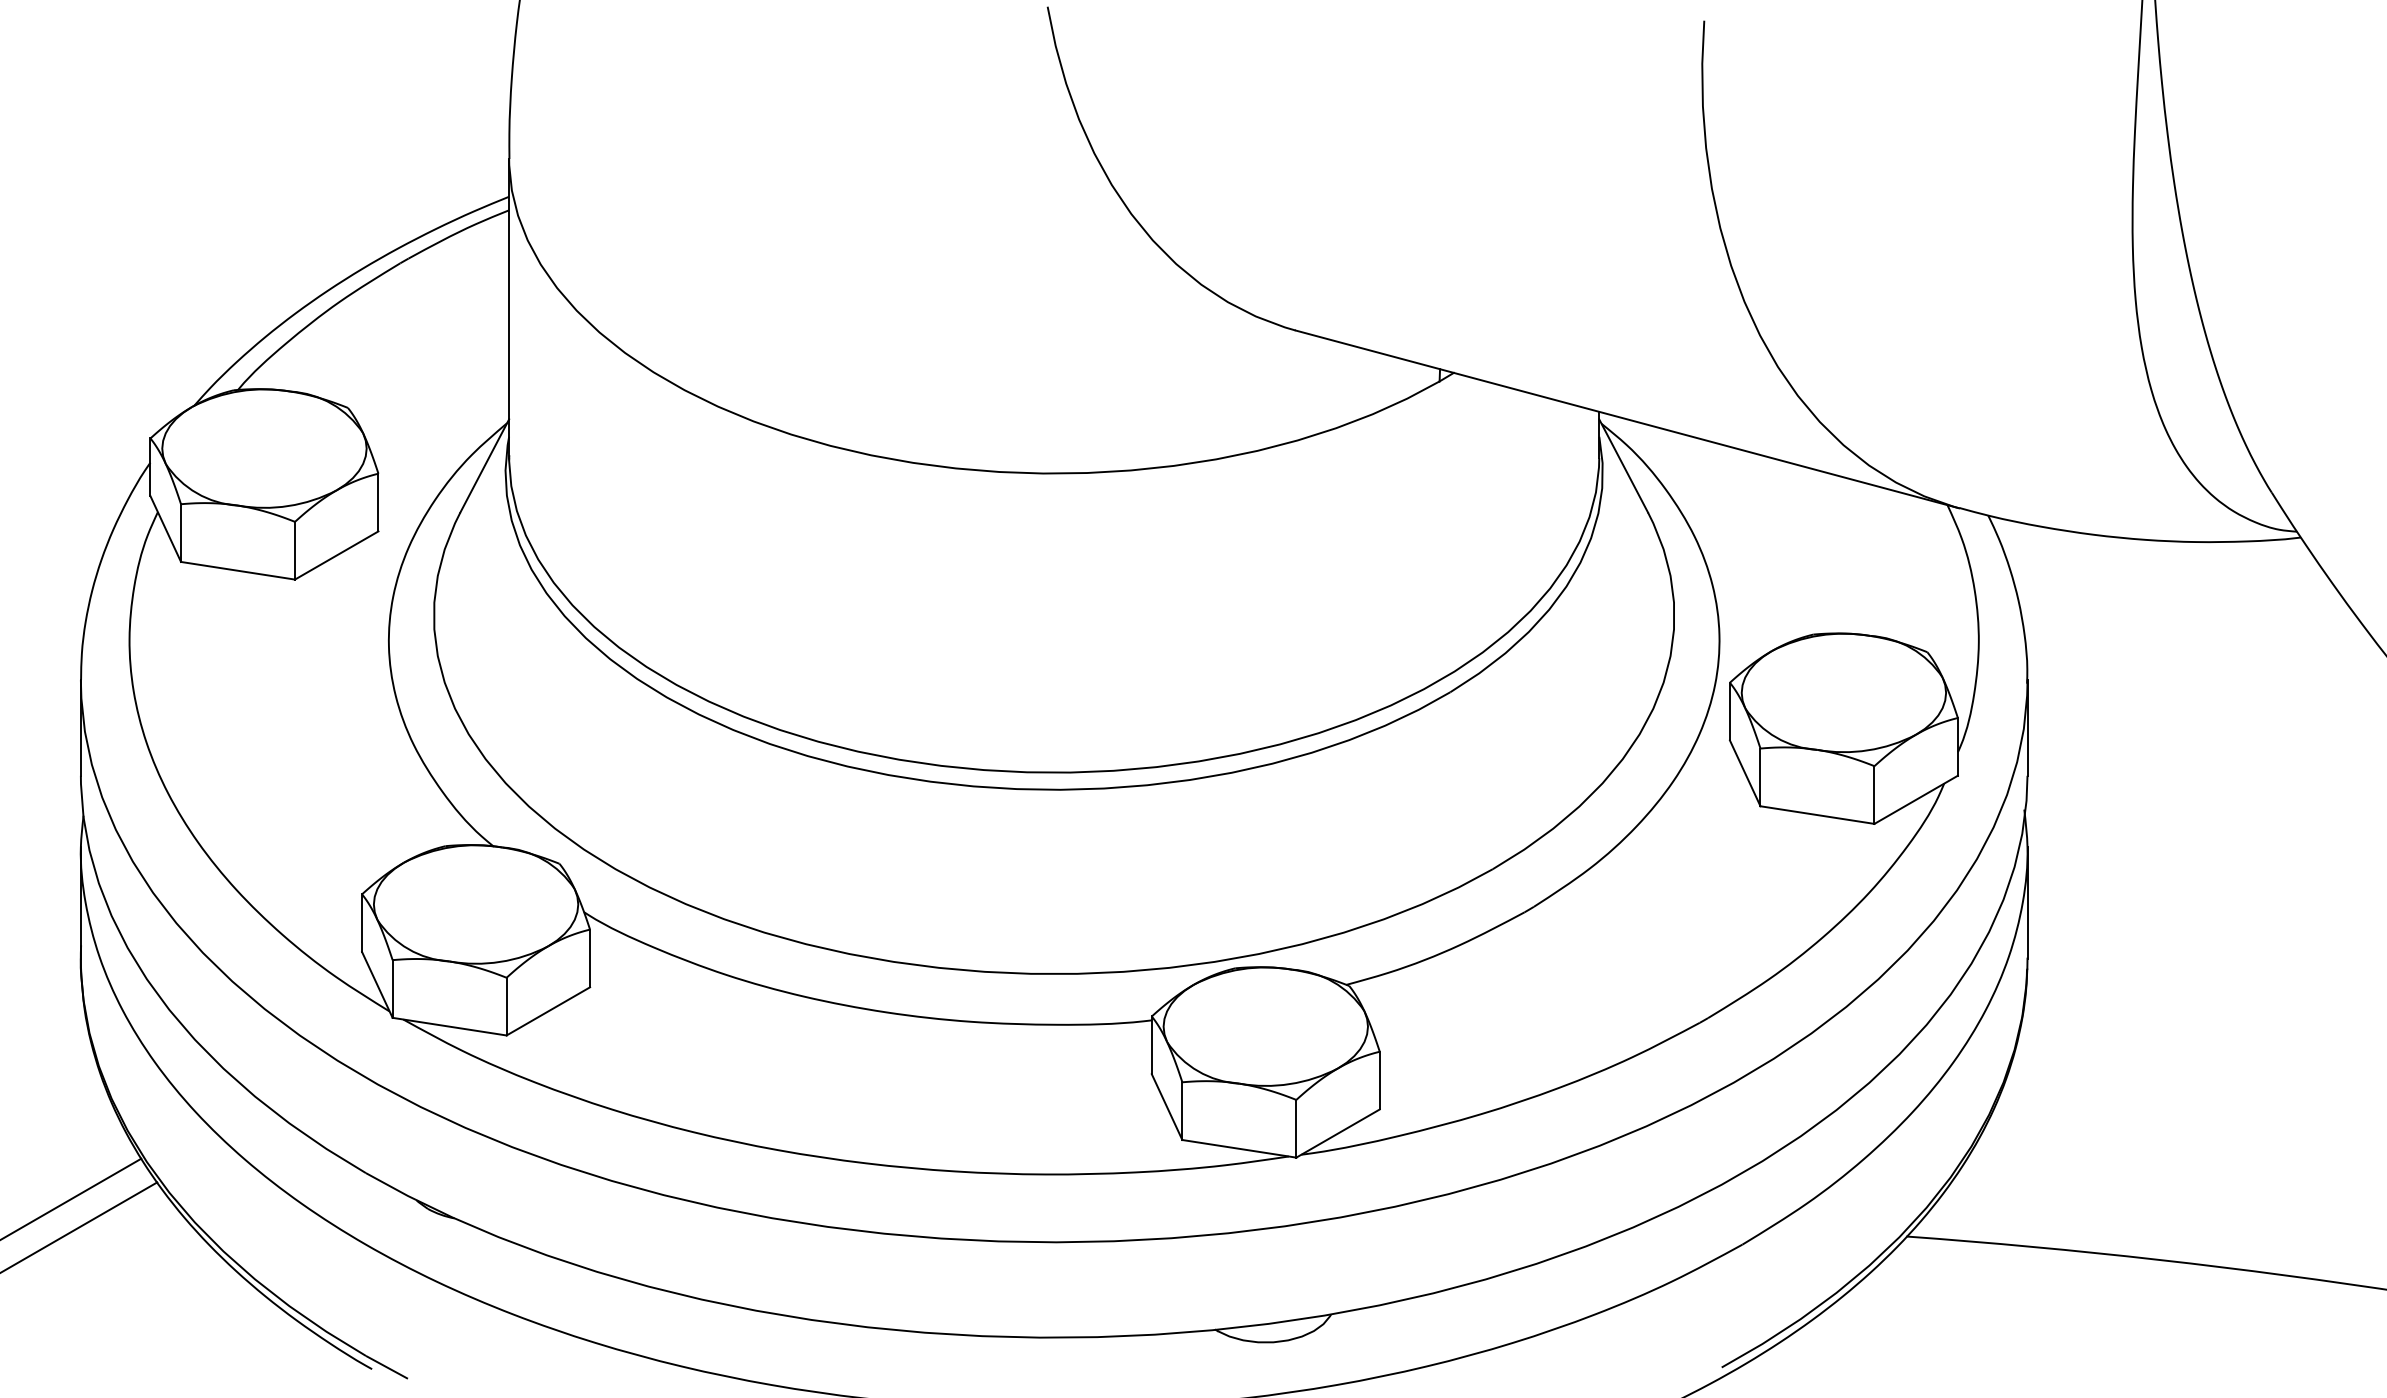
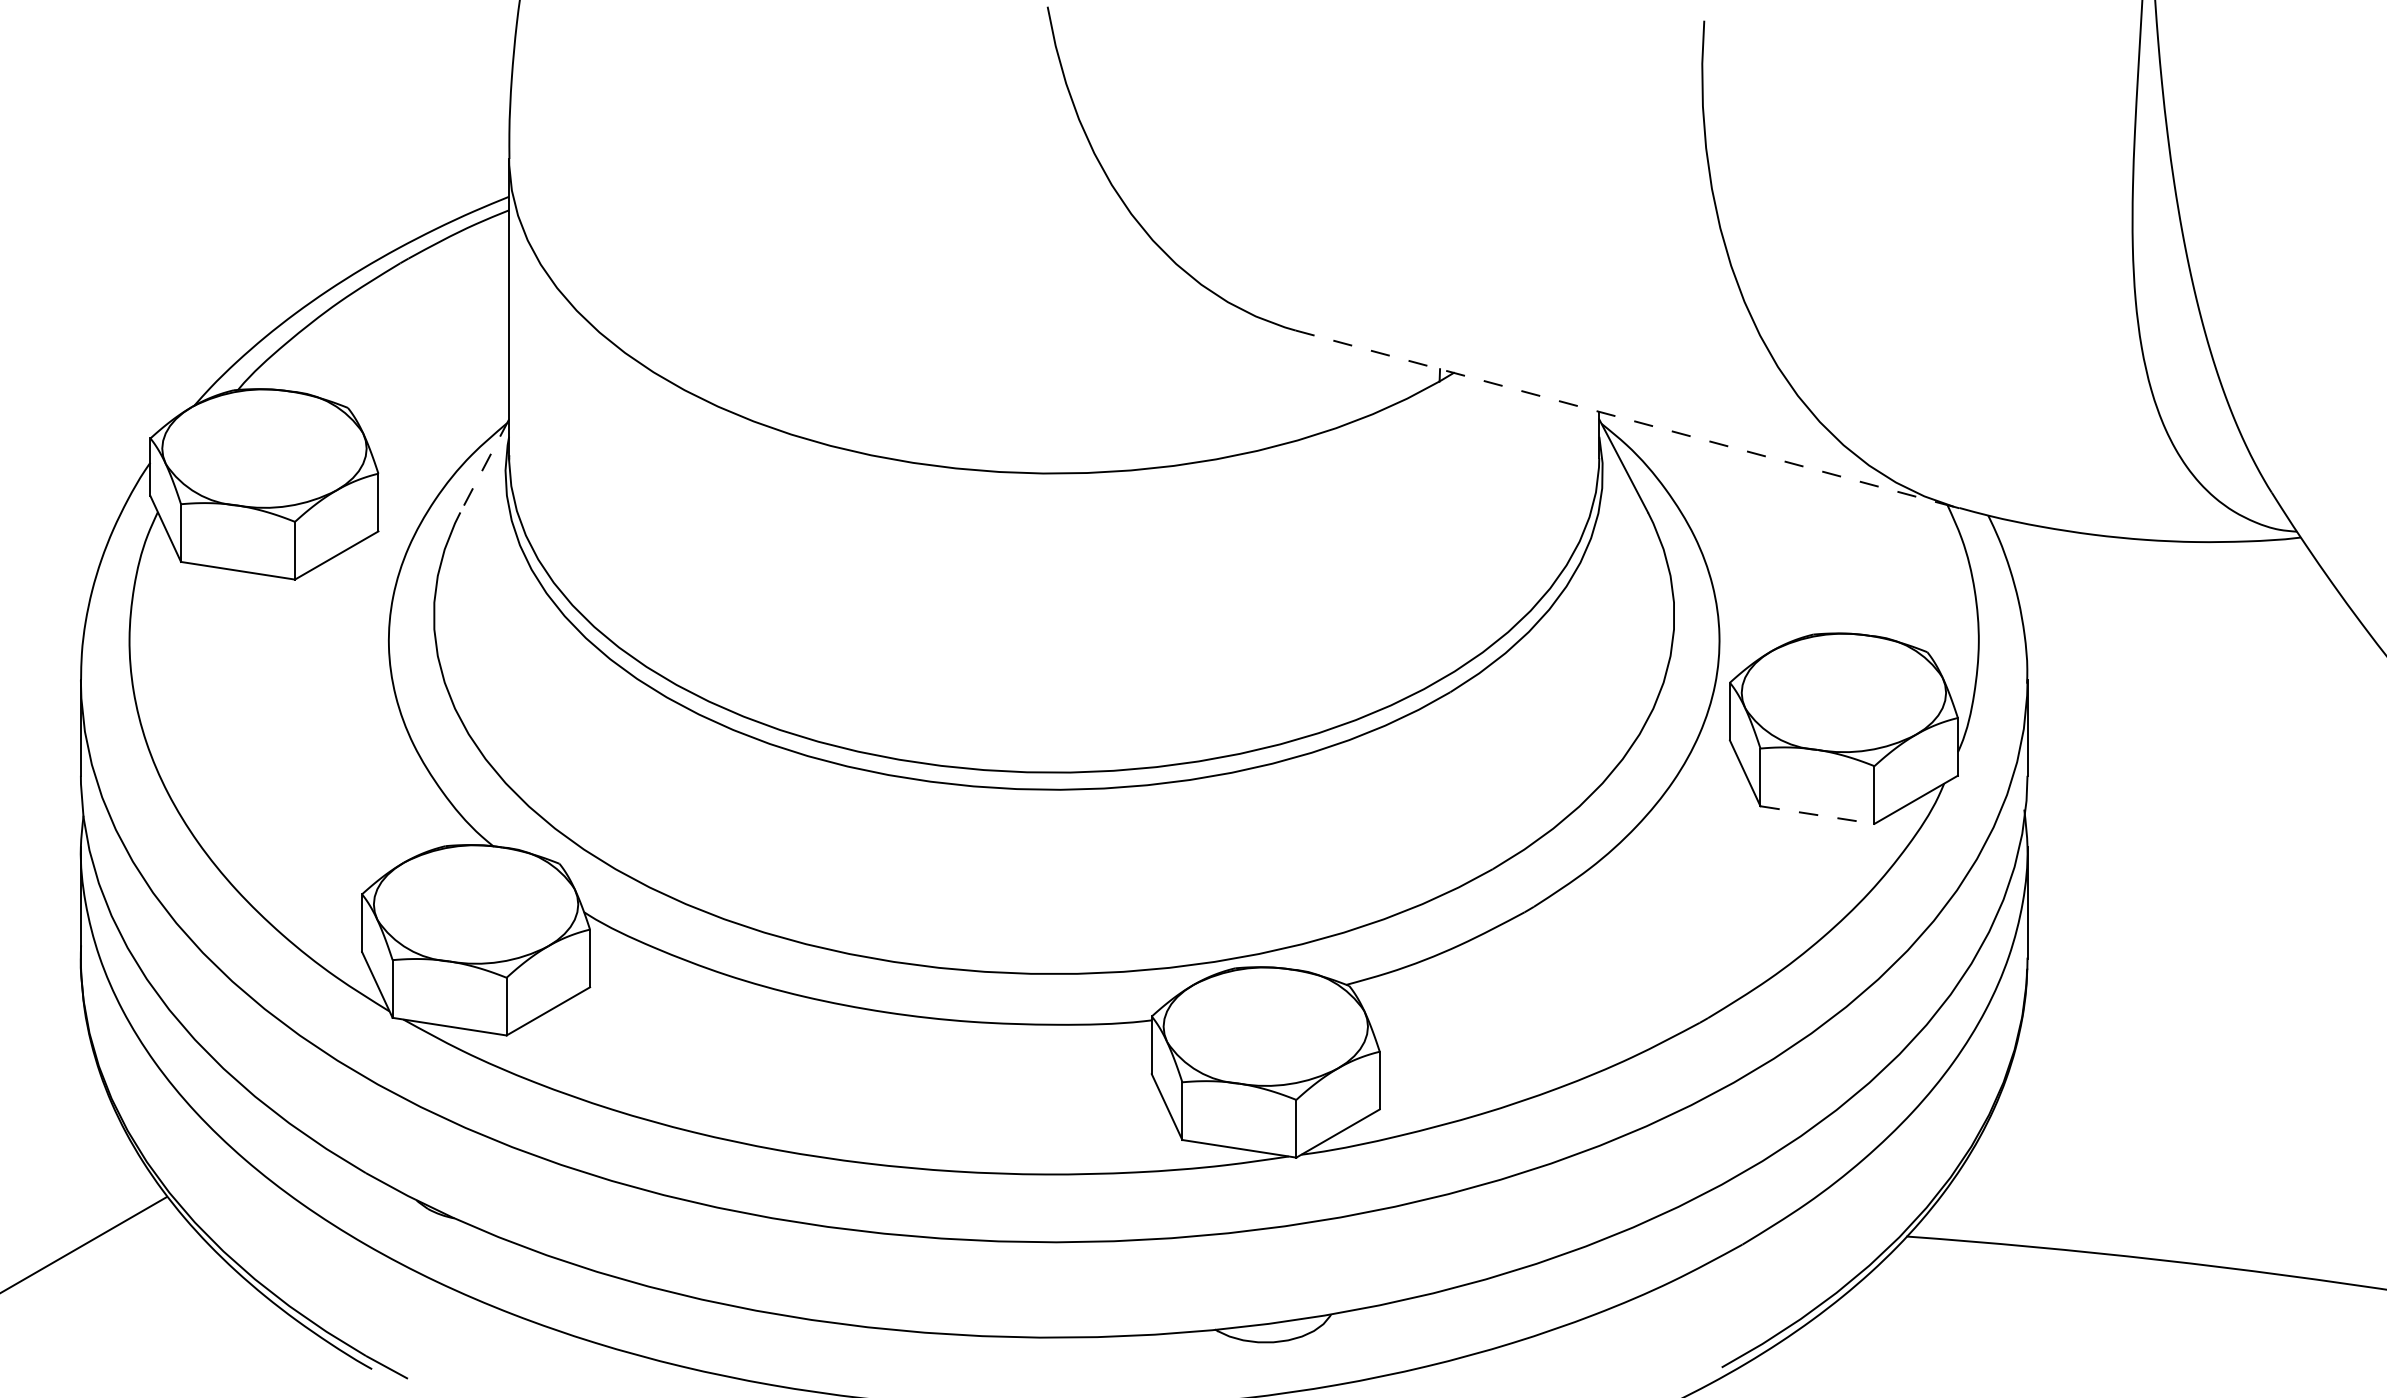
line at (1627, 419): solid -> dashed
line at (484, 465): solid -> dashed
line at (1817, 815): solid -> dashed
line at (71, 1198): present -> none
line at (79, 1226) position: (79, 1226) -> (84, 1244)
